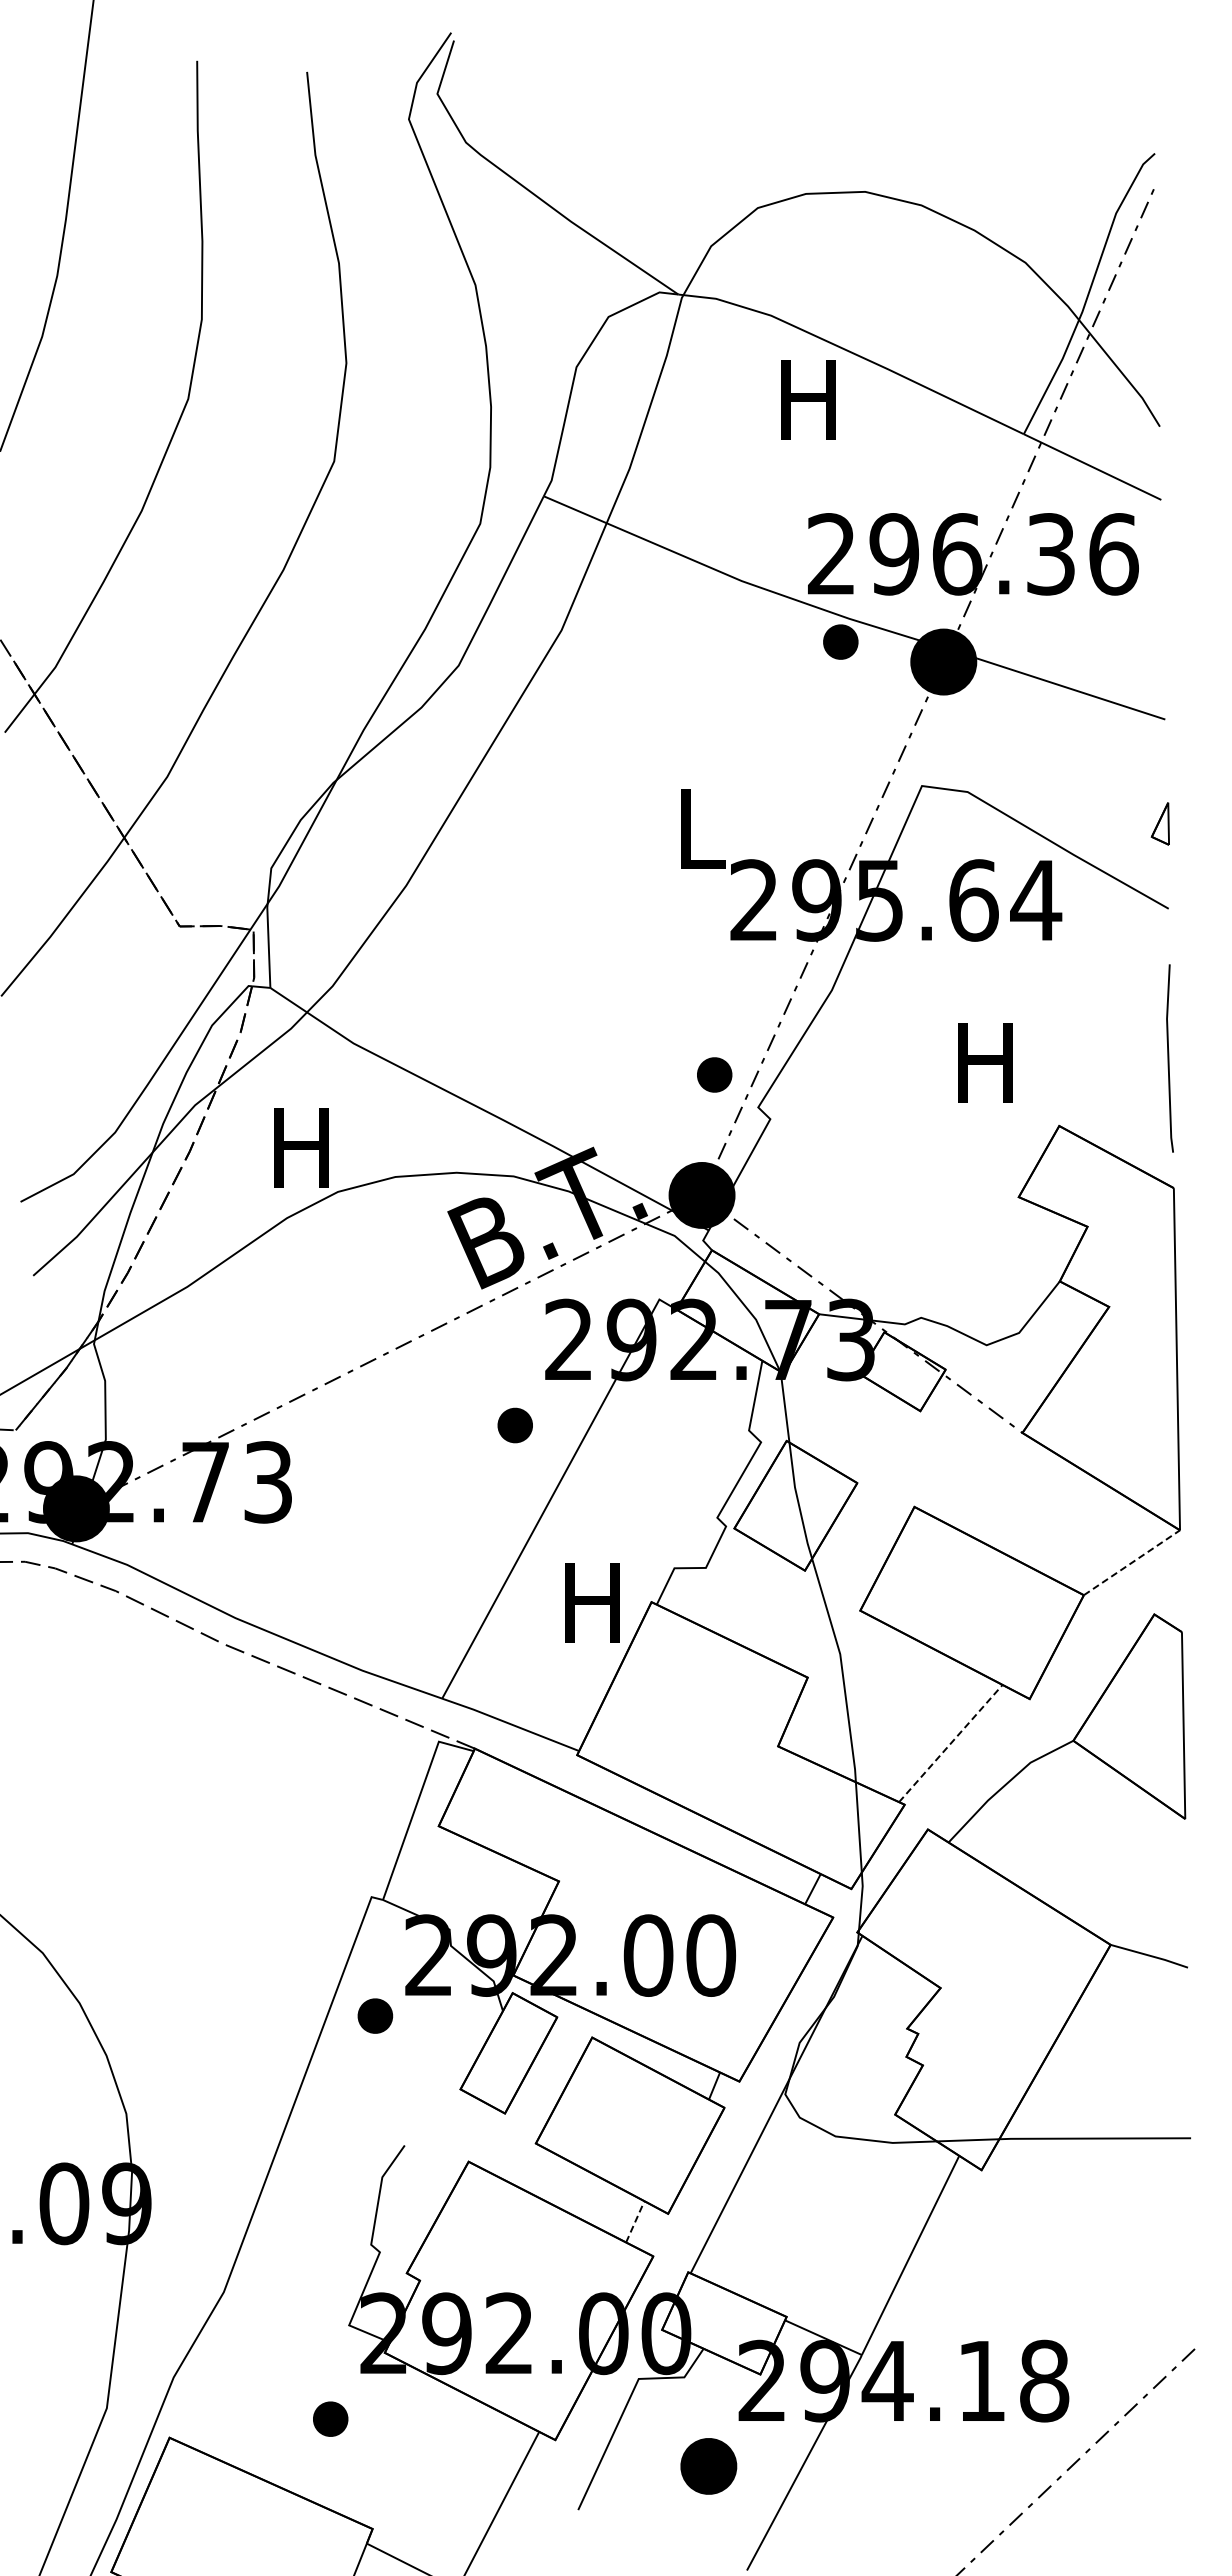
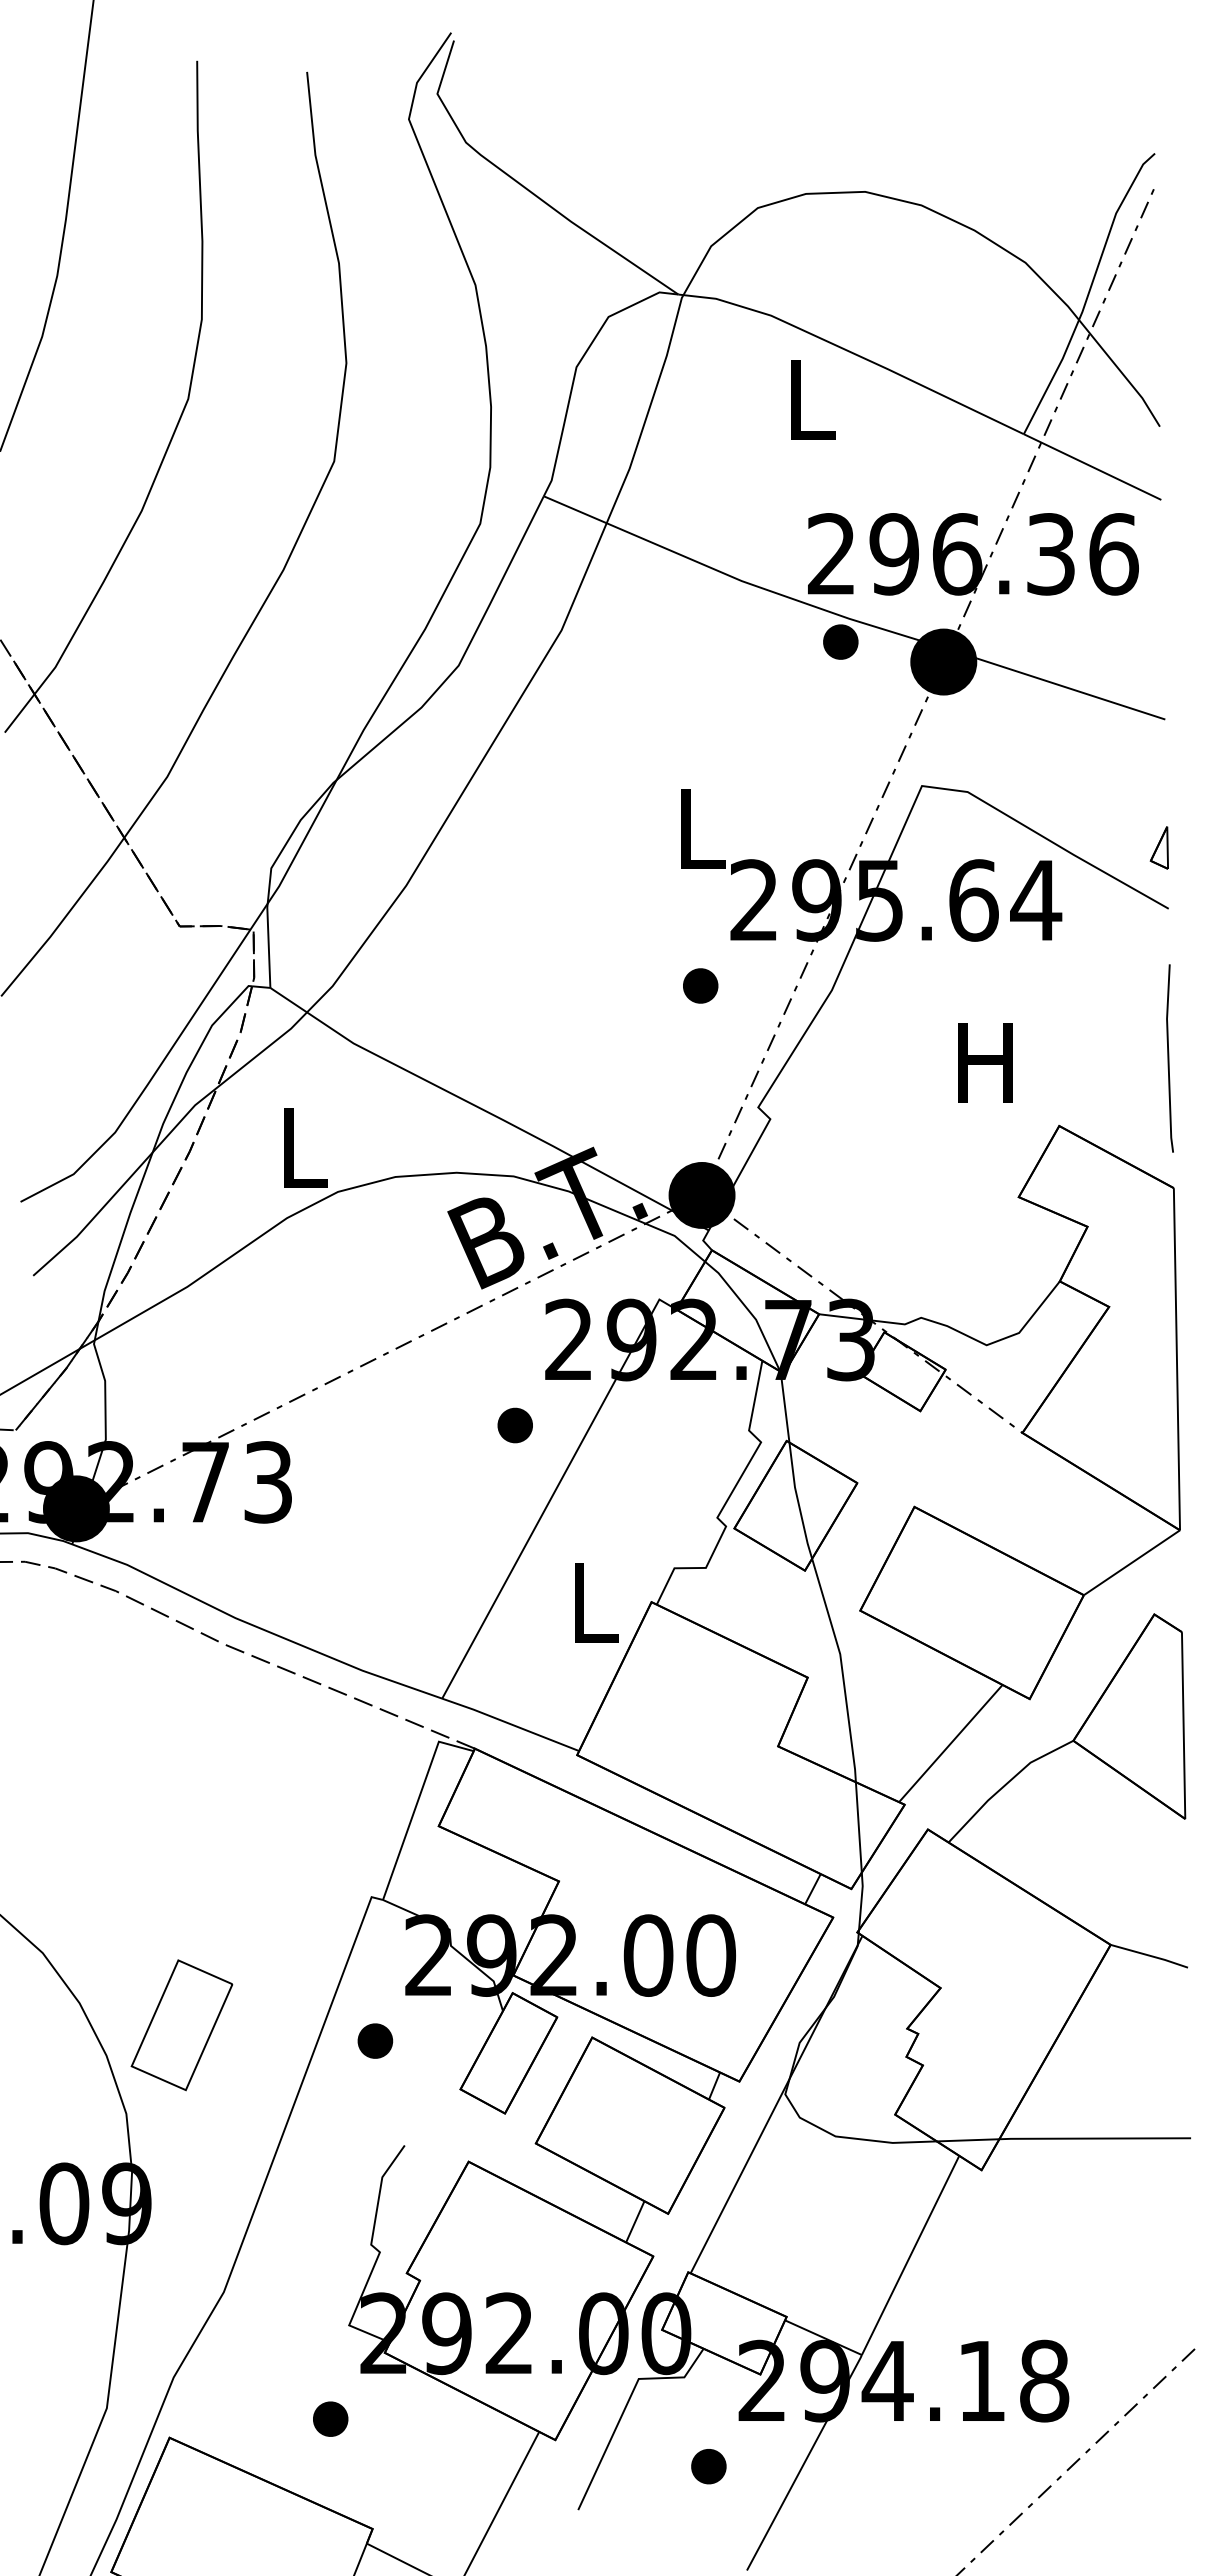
text at (808, 399): H -> L
part at (1159, 823) position: (1159, 823) -> (1158, 847)
part at (714, 1074) position: (714, 1074) -> (700, 985)
text at (301, 1147): H -> L
line at (1131, 1562): dashed -> solid
text at (592, 1602): H -> L
line at (951, 1743): dashed -> solid
part at (375, 2015) position: (375, 2015) -> (375, 2040)
part at (181, 2025): none -> present
line at (635, 2221): dashed -> solid
part at (708, 2466) size: 58x57 px -> 36x36 px
